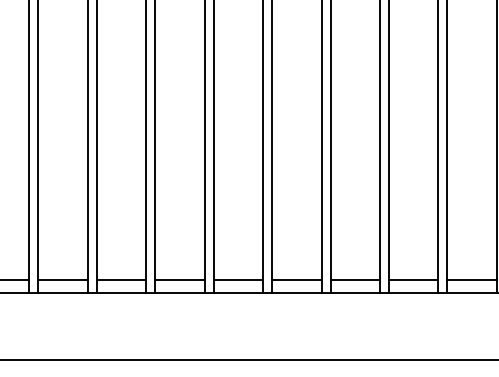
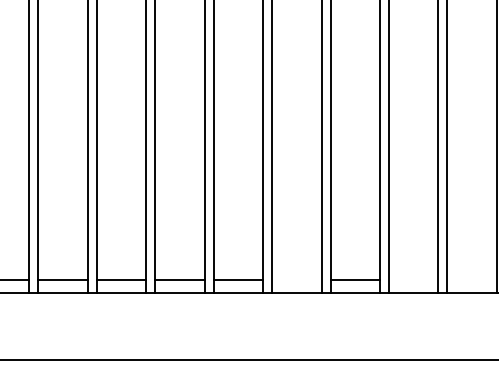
line at (296, 279): present -> none
line at (413, 279): present -> none
line at (471, 279): present -> none
